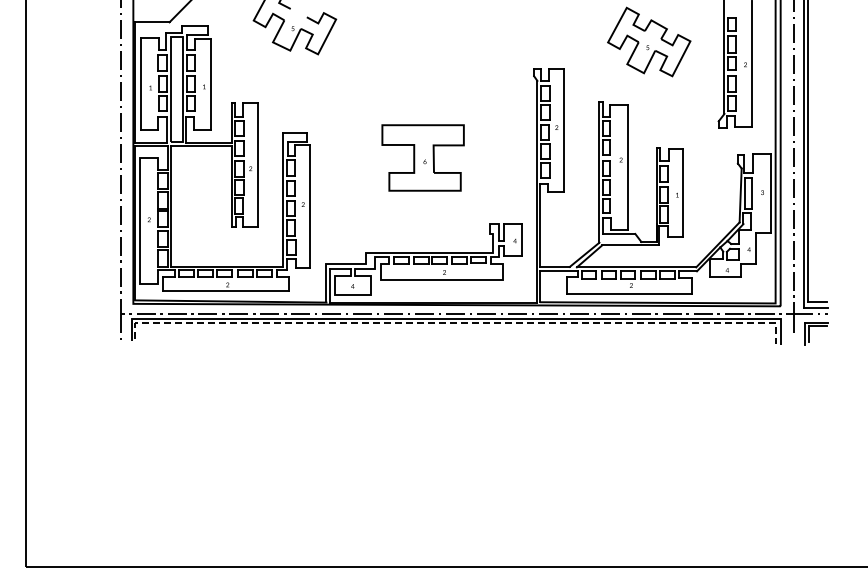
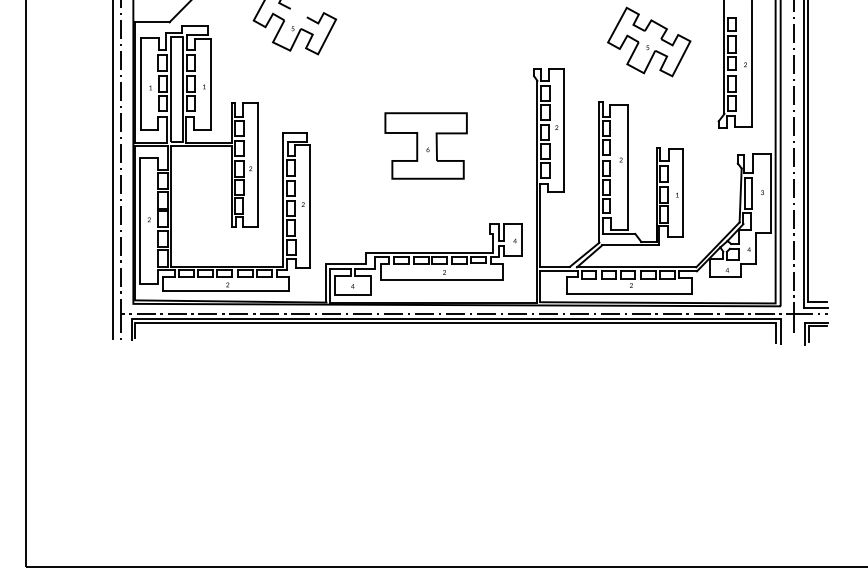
part at (422, 157) position: (422, 157) -> (425, 145)
line at (113, 170): none -> present
line at (458, 323): dashed -> solid
